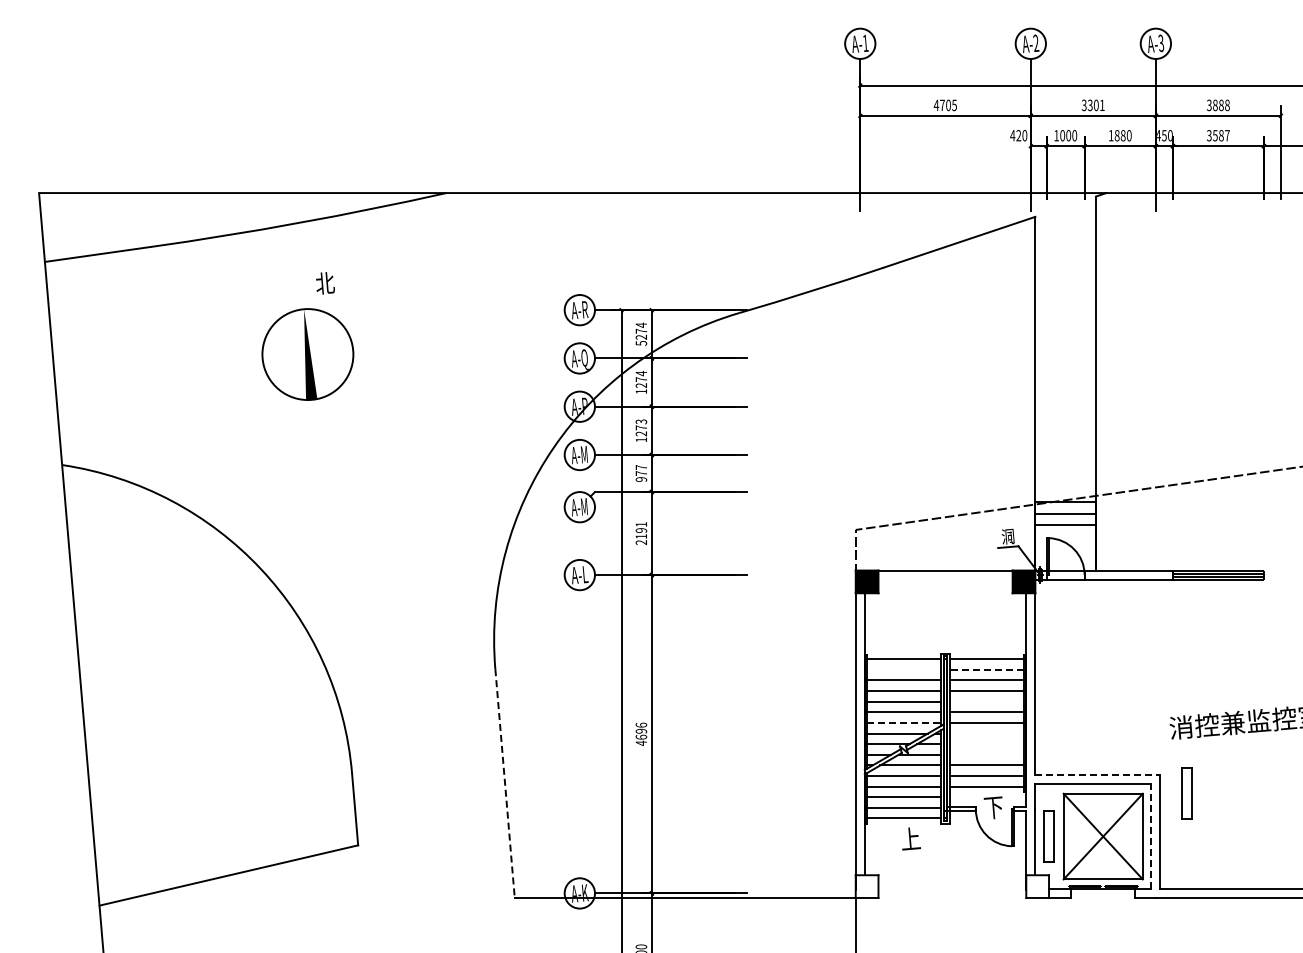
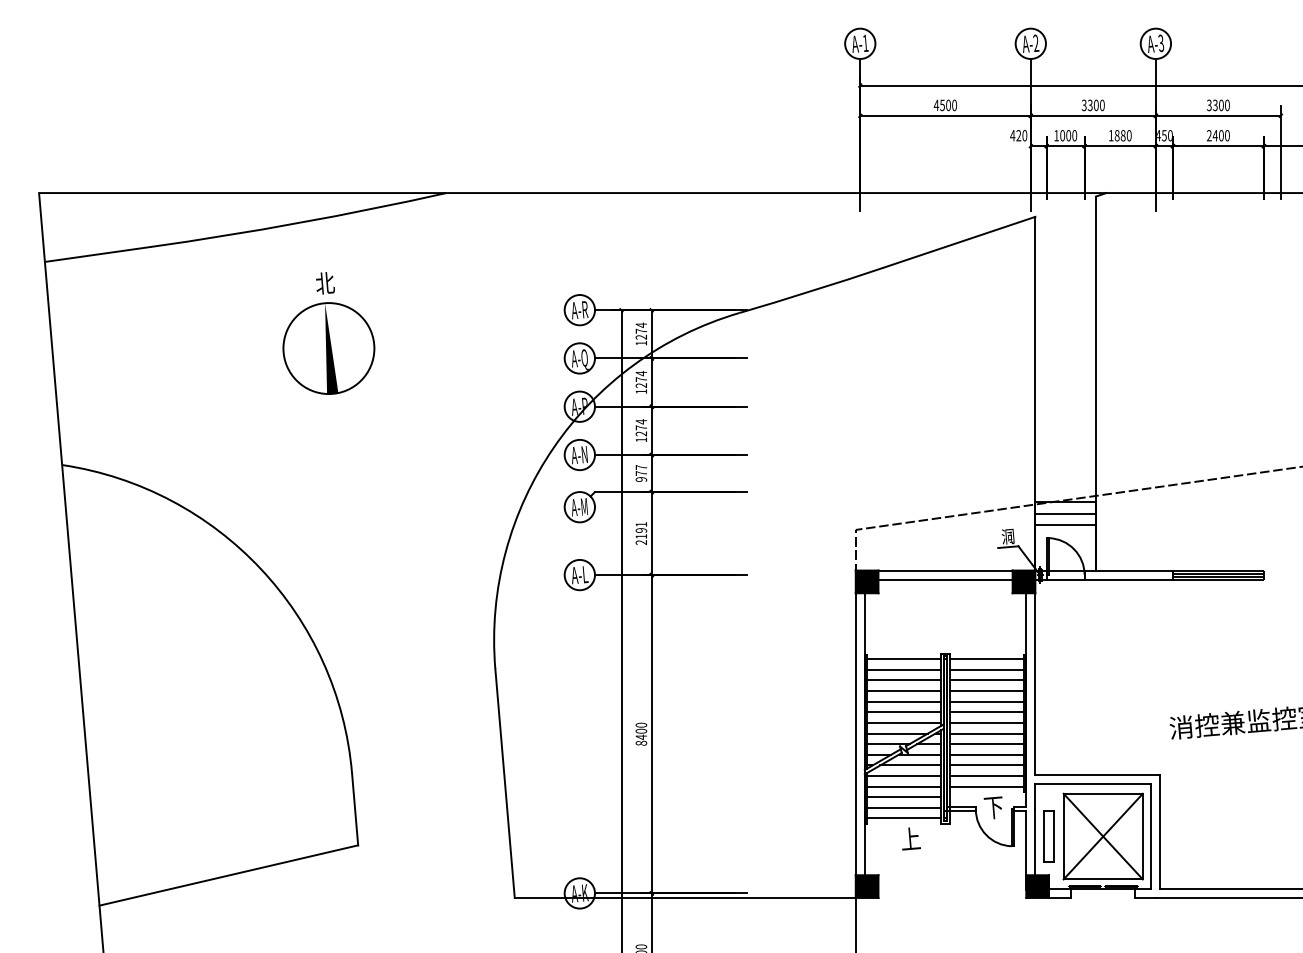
text at (1220, 104): 3888 -> 3300
text at (948, 105): 4705 -> 4500
text at (1102, 105): 3301 -> 3300
text at (1218, 135): 3587 -> 2400
text at (641, 343): 5274 -> 1274
part at (307, 354) position: (307, 354) -> (328, 348)
text at (641, 421): 1273 -> 1274
text at (579, 454): A-M -> A-N
line at (945, 579): none -> present
line at (904, 669): none -> present
line at (986, 669): dashed -> solid
line at (986, 701): none -> present
line at (904, 722): dashed -> solid
text at (641, 733): 4696 -> 8400
line at (986, 733): none -> present
line at (986, 744): none -> present
line at (986, 754): none -> present
line at (1097, 775): dashed -> solid
line at (505, 783): dashed -> solid
part at (1186, 793): present -> none
line at (1151, 836): dashed -> solid
fill at (866, 886): none -> present
fill at (1037, 886): none -> present
